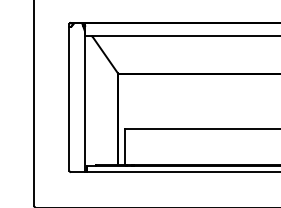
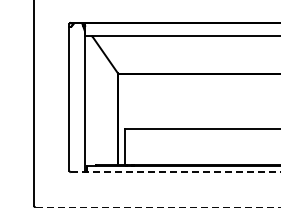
line at (175, 172): solid -> dashed
line at (158, 207): solid -> dashed
